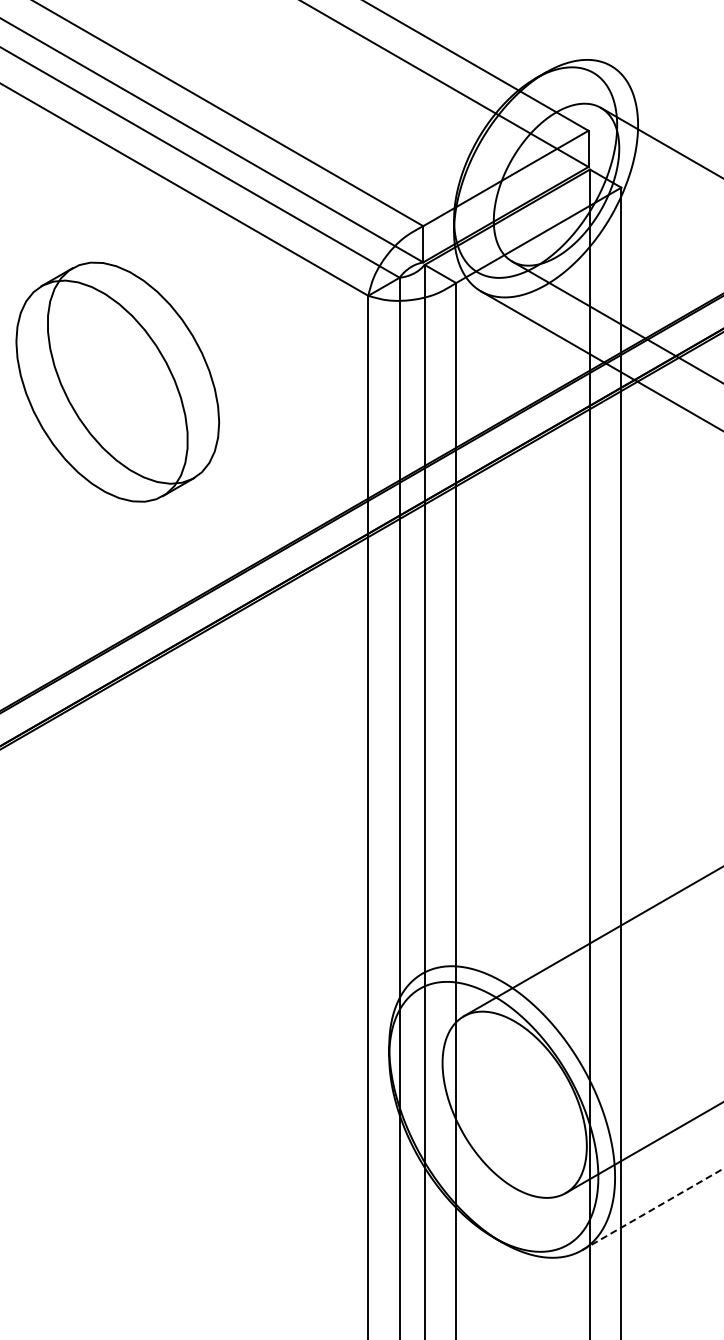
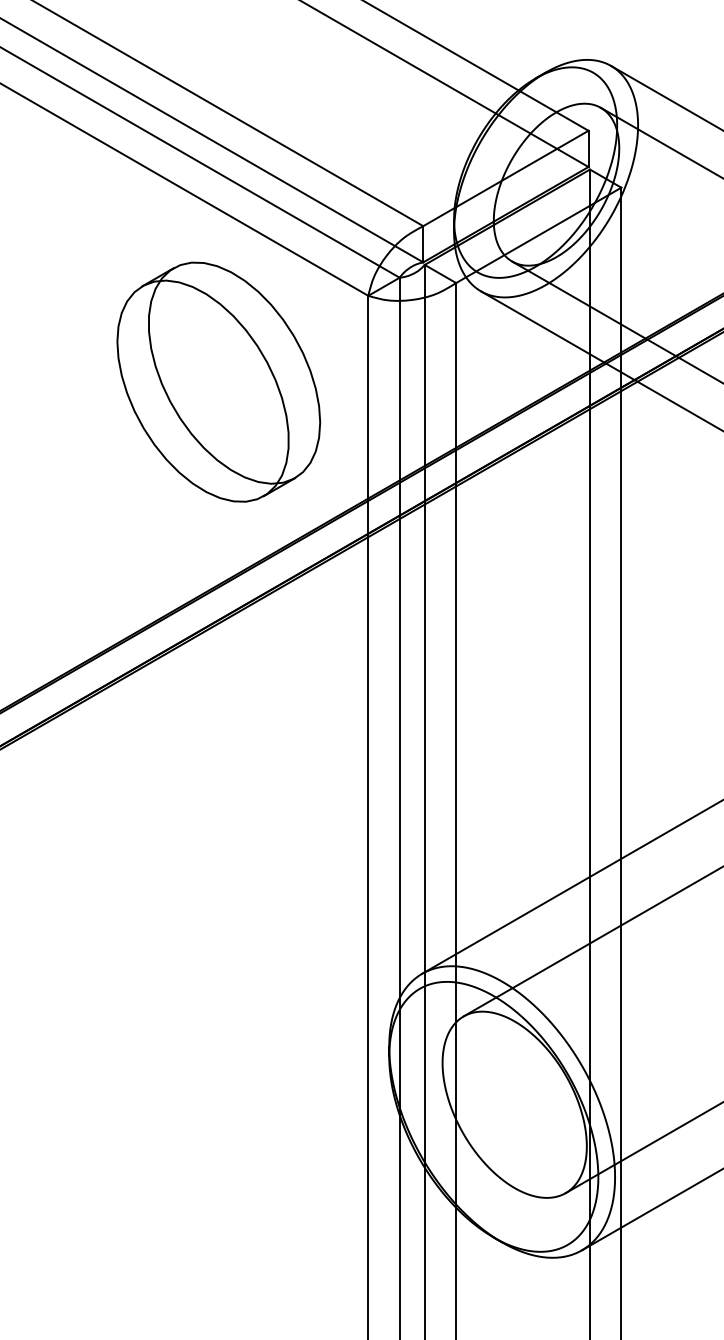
line at (665, 97): none -> present
part at (117, 381) position: (117, 381) -> (218, 381)
line at (571, 887): none -> present
line at (652, 1209): dashed -> solid
